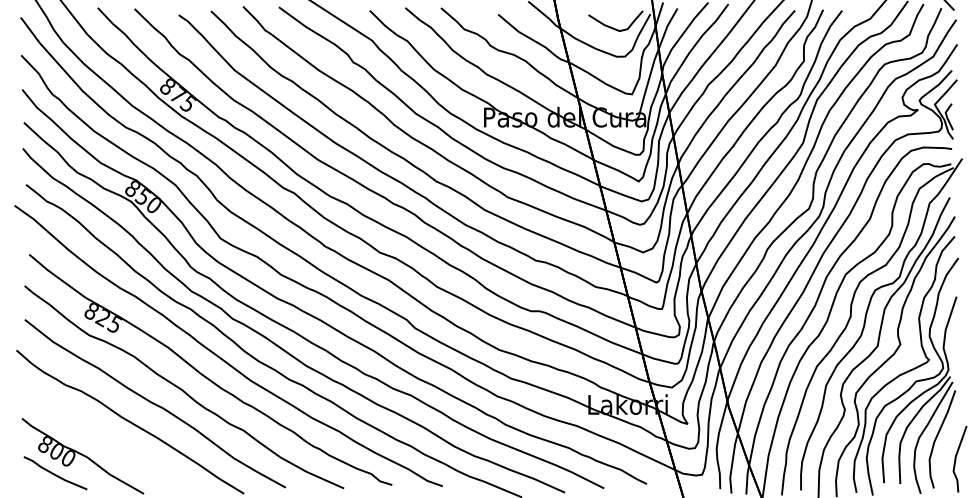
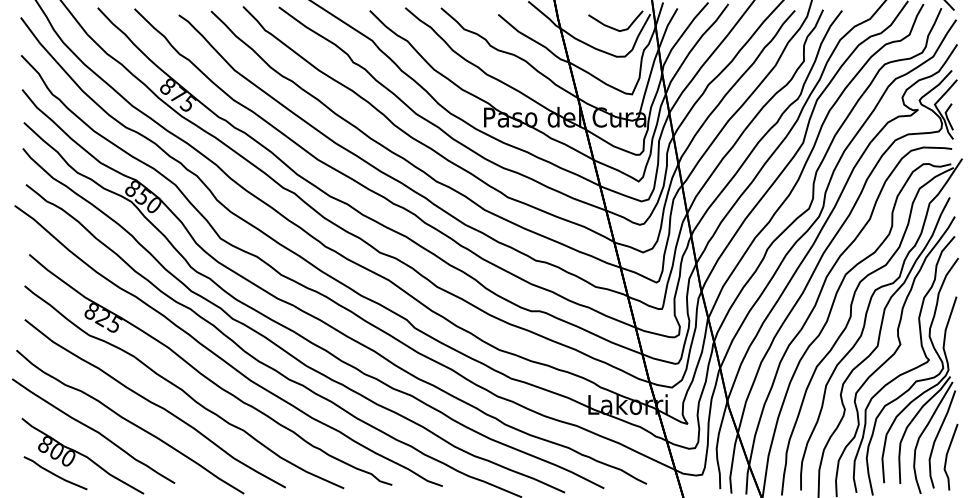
curve at (93, 430): none -> present
line at (956, 459) position: (956, 459) -> (947, 457)
